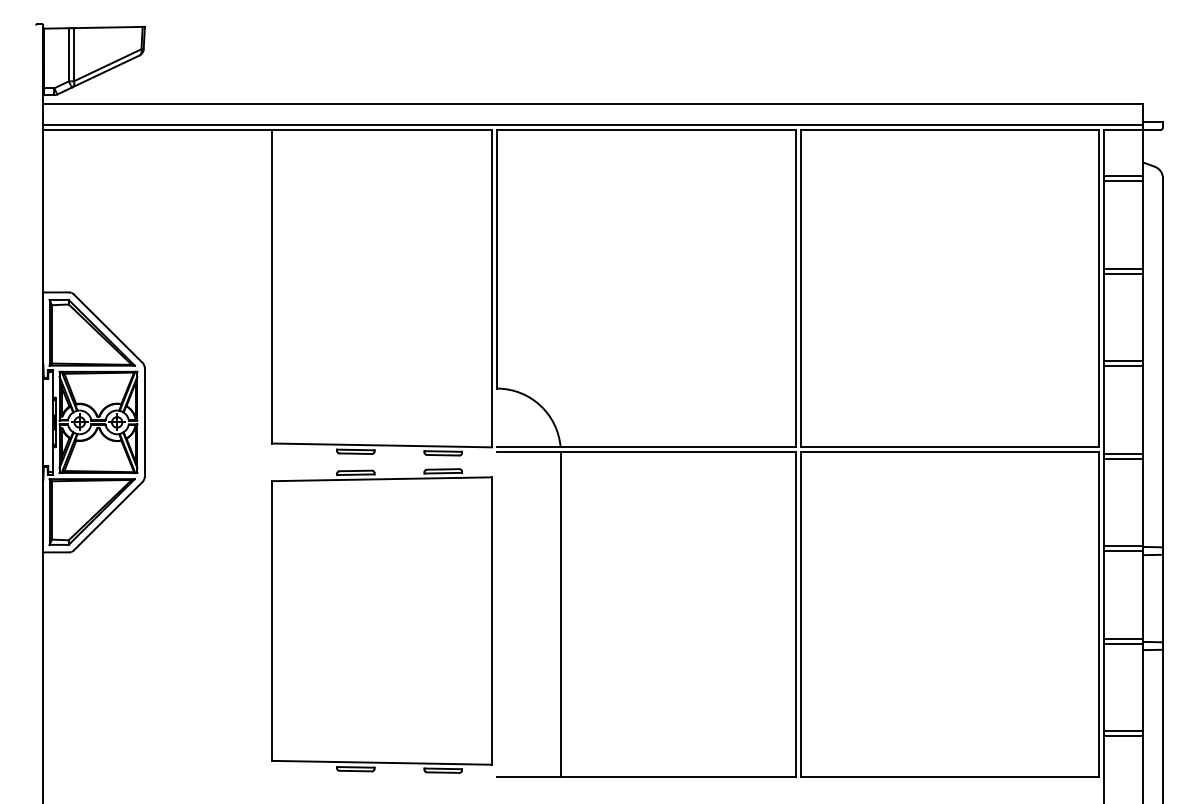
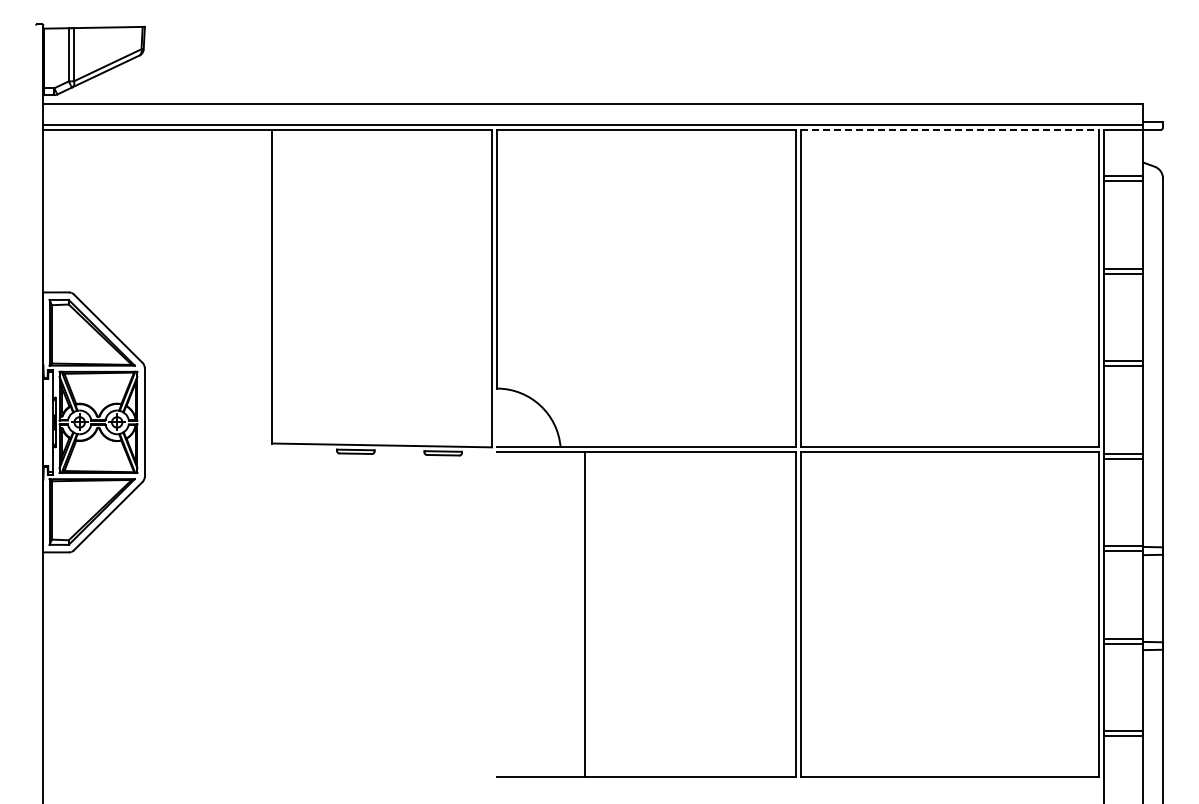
line at (950, 130): solid -> dashed
line at (560, 614) position: (560, 614) -> (584, 614)
part at (381, 620): present -> none
